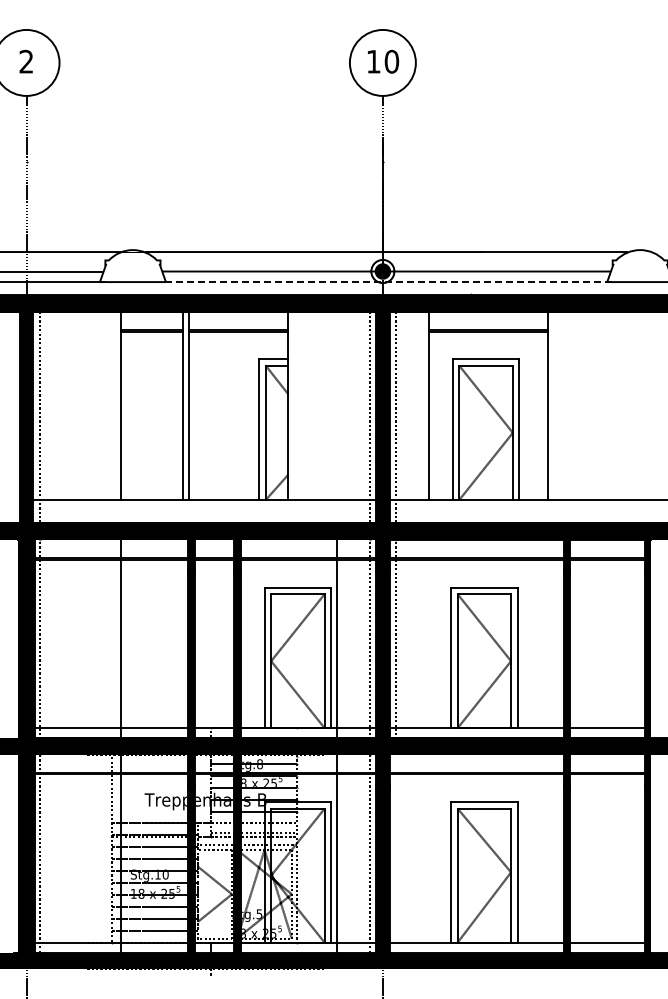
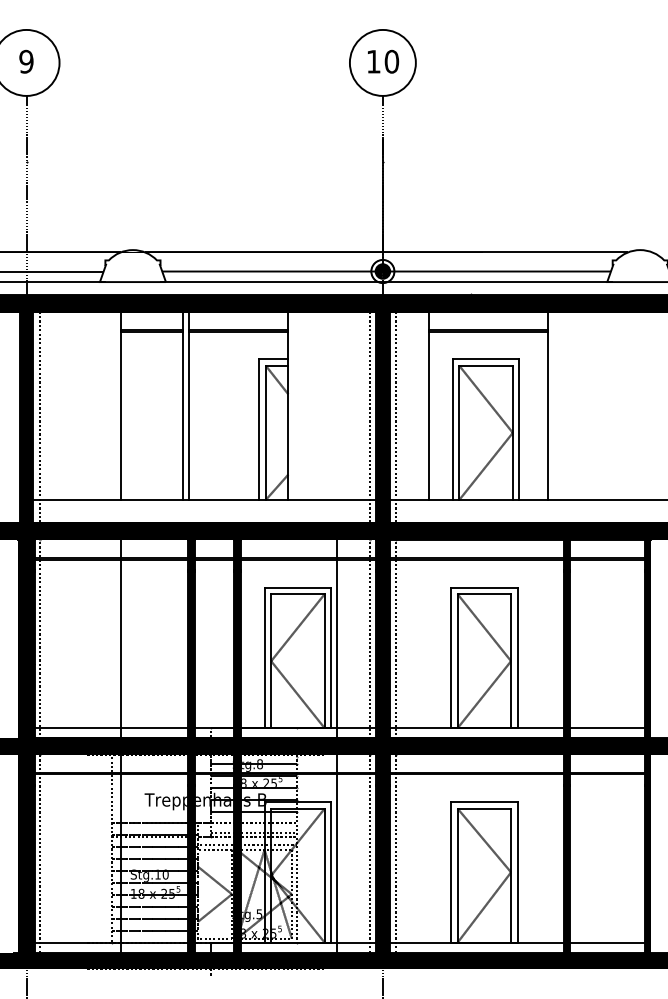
text at (26, 61): 2 -> 9
line at (386, 282): dashed -> solid
line at (396, 853): none -> present
